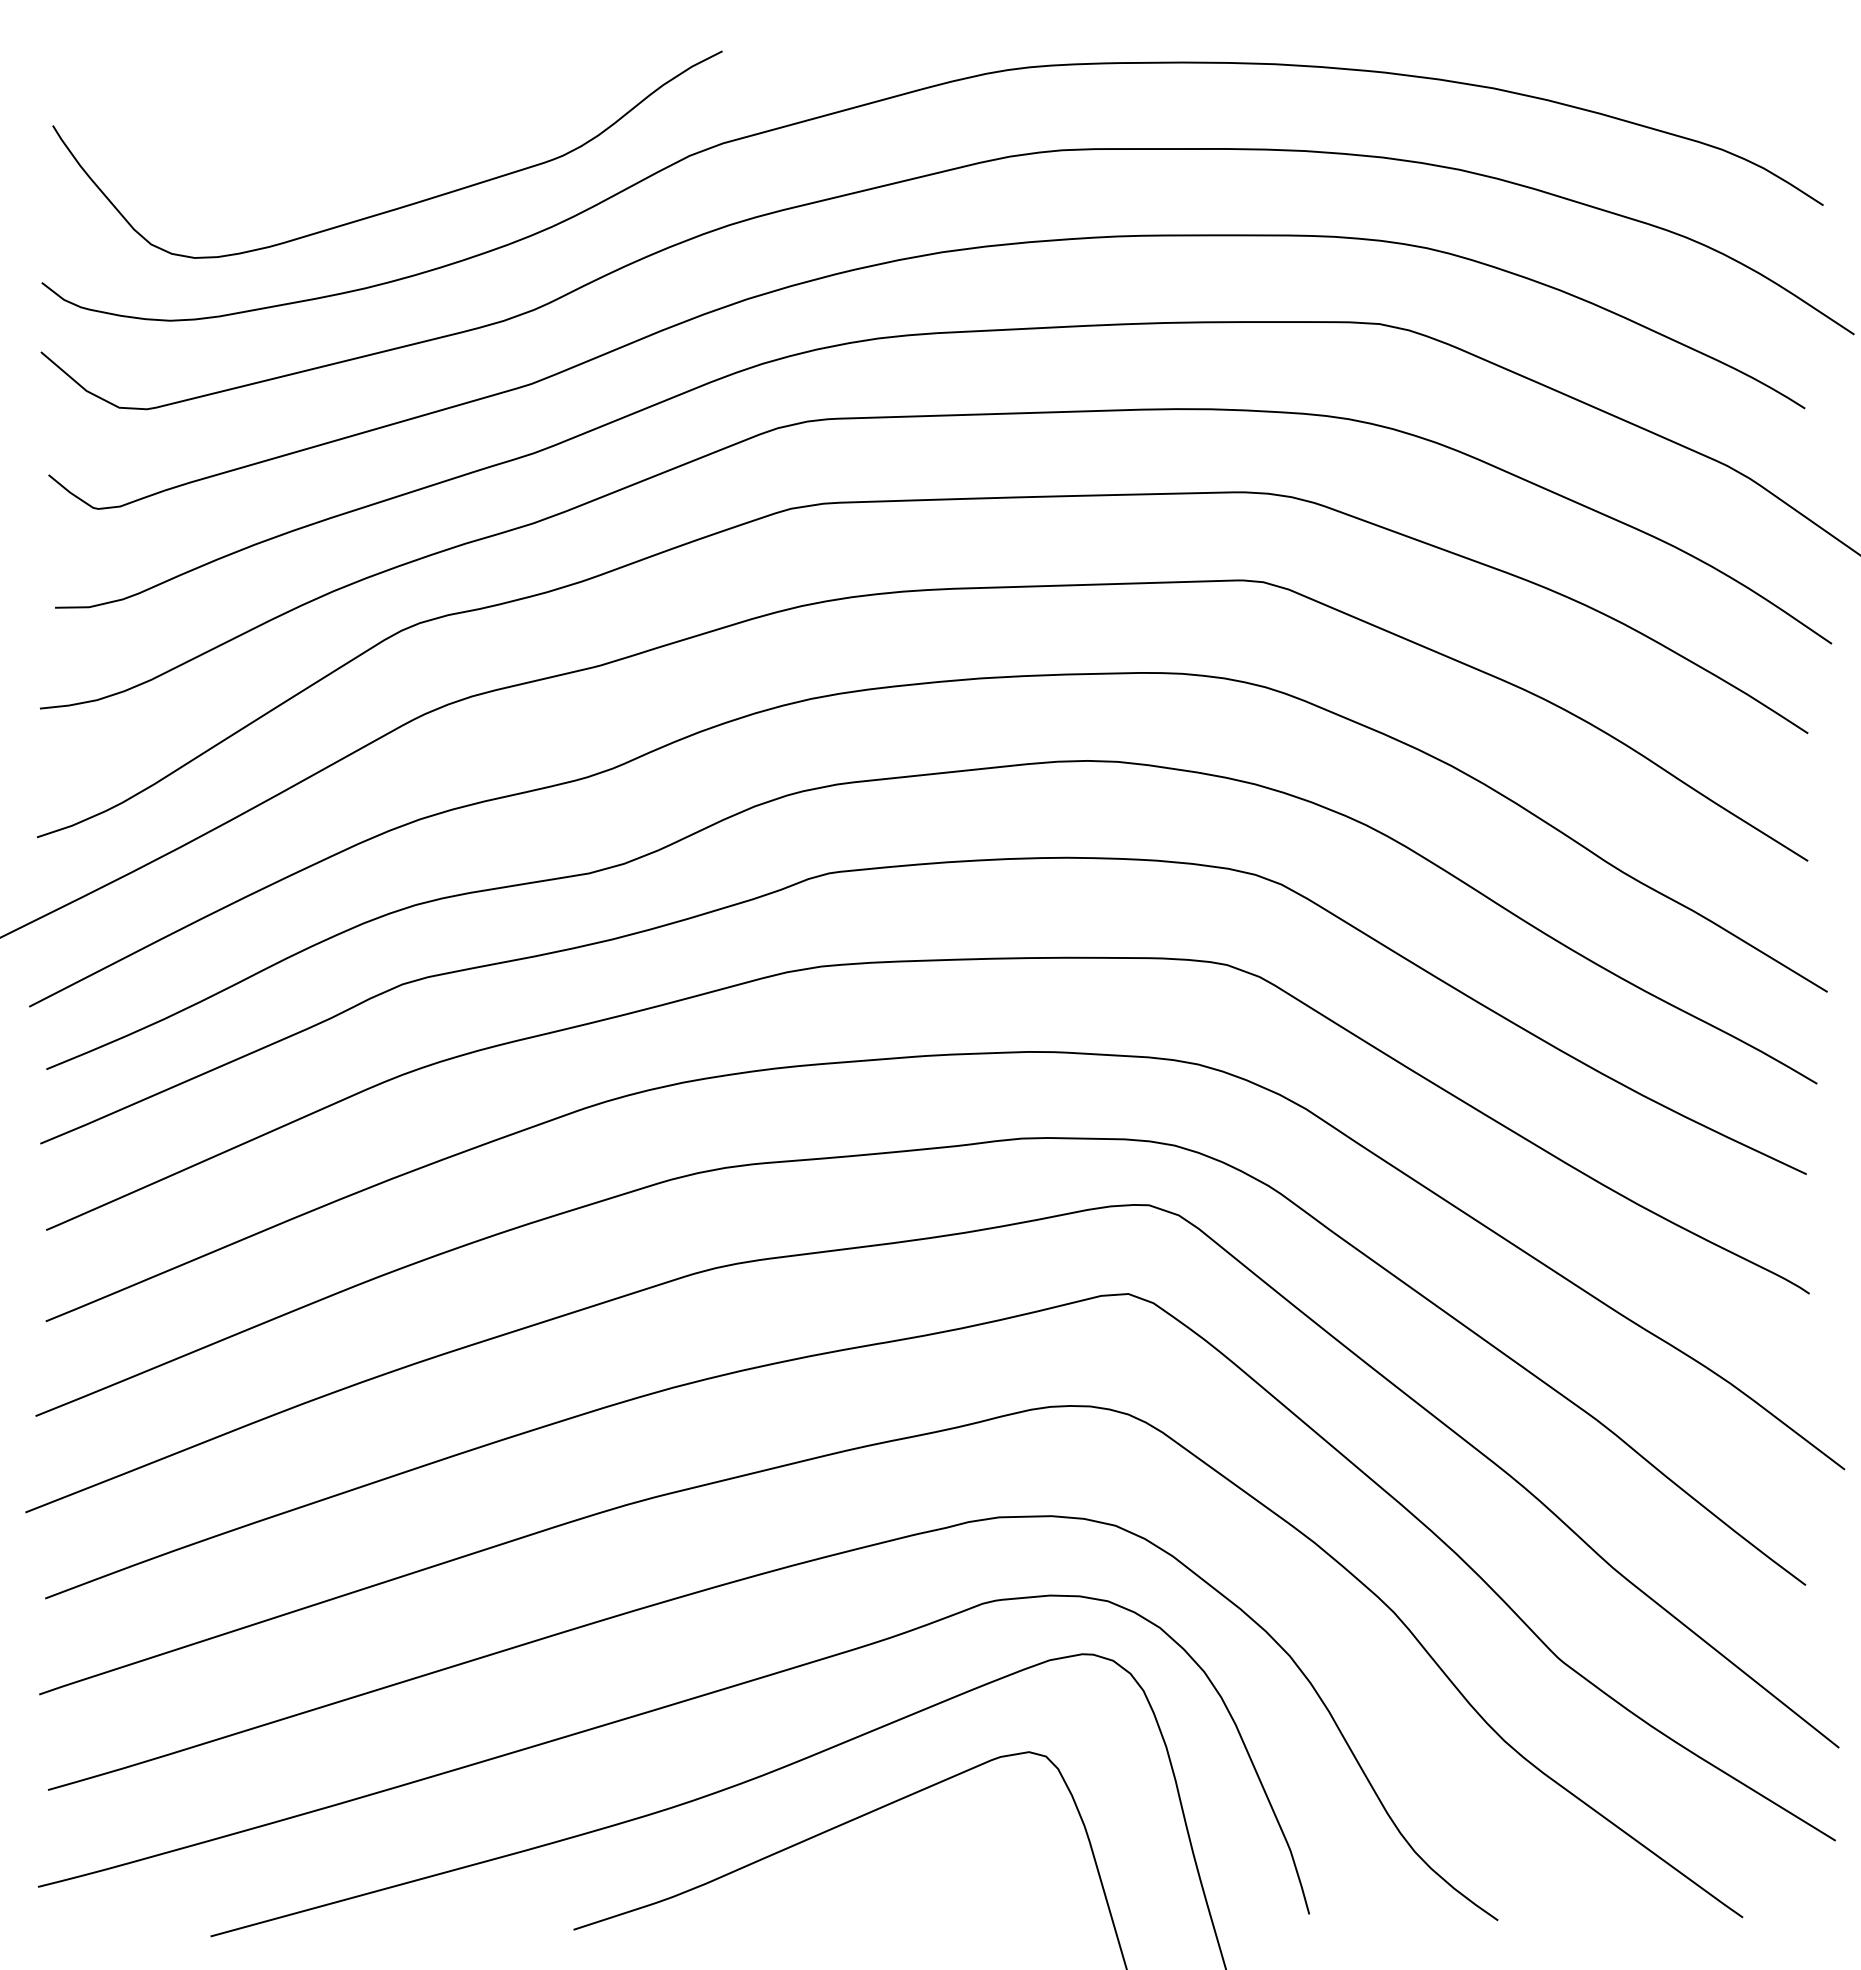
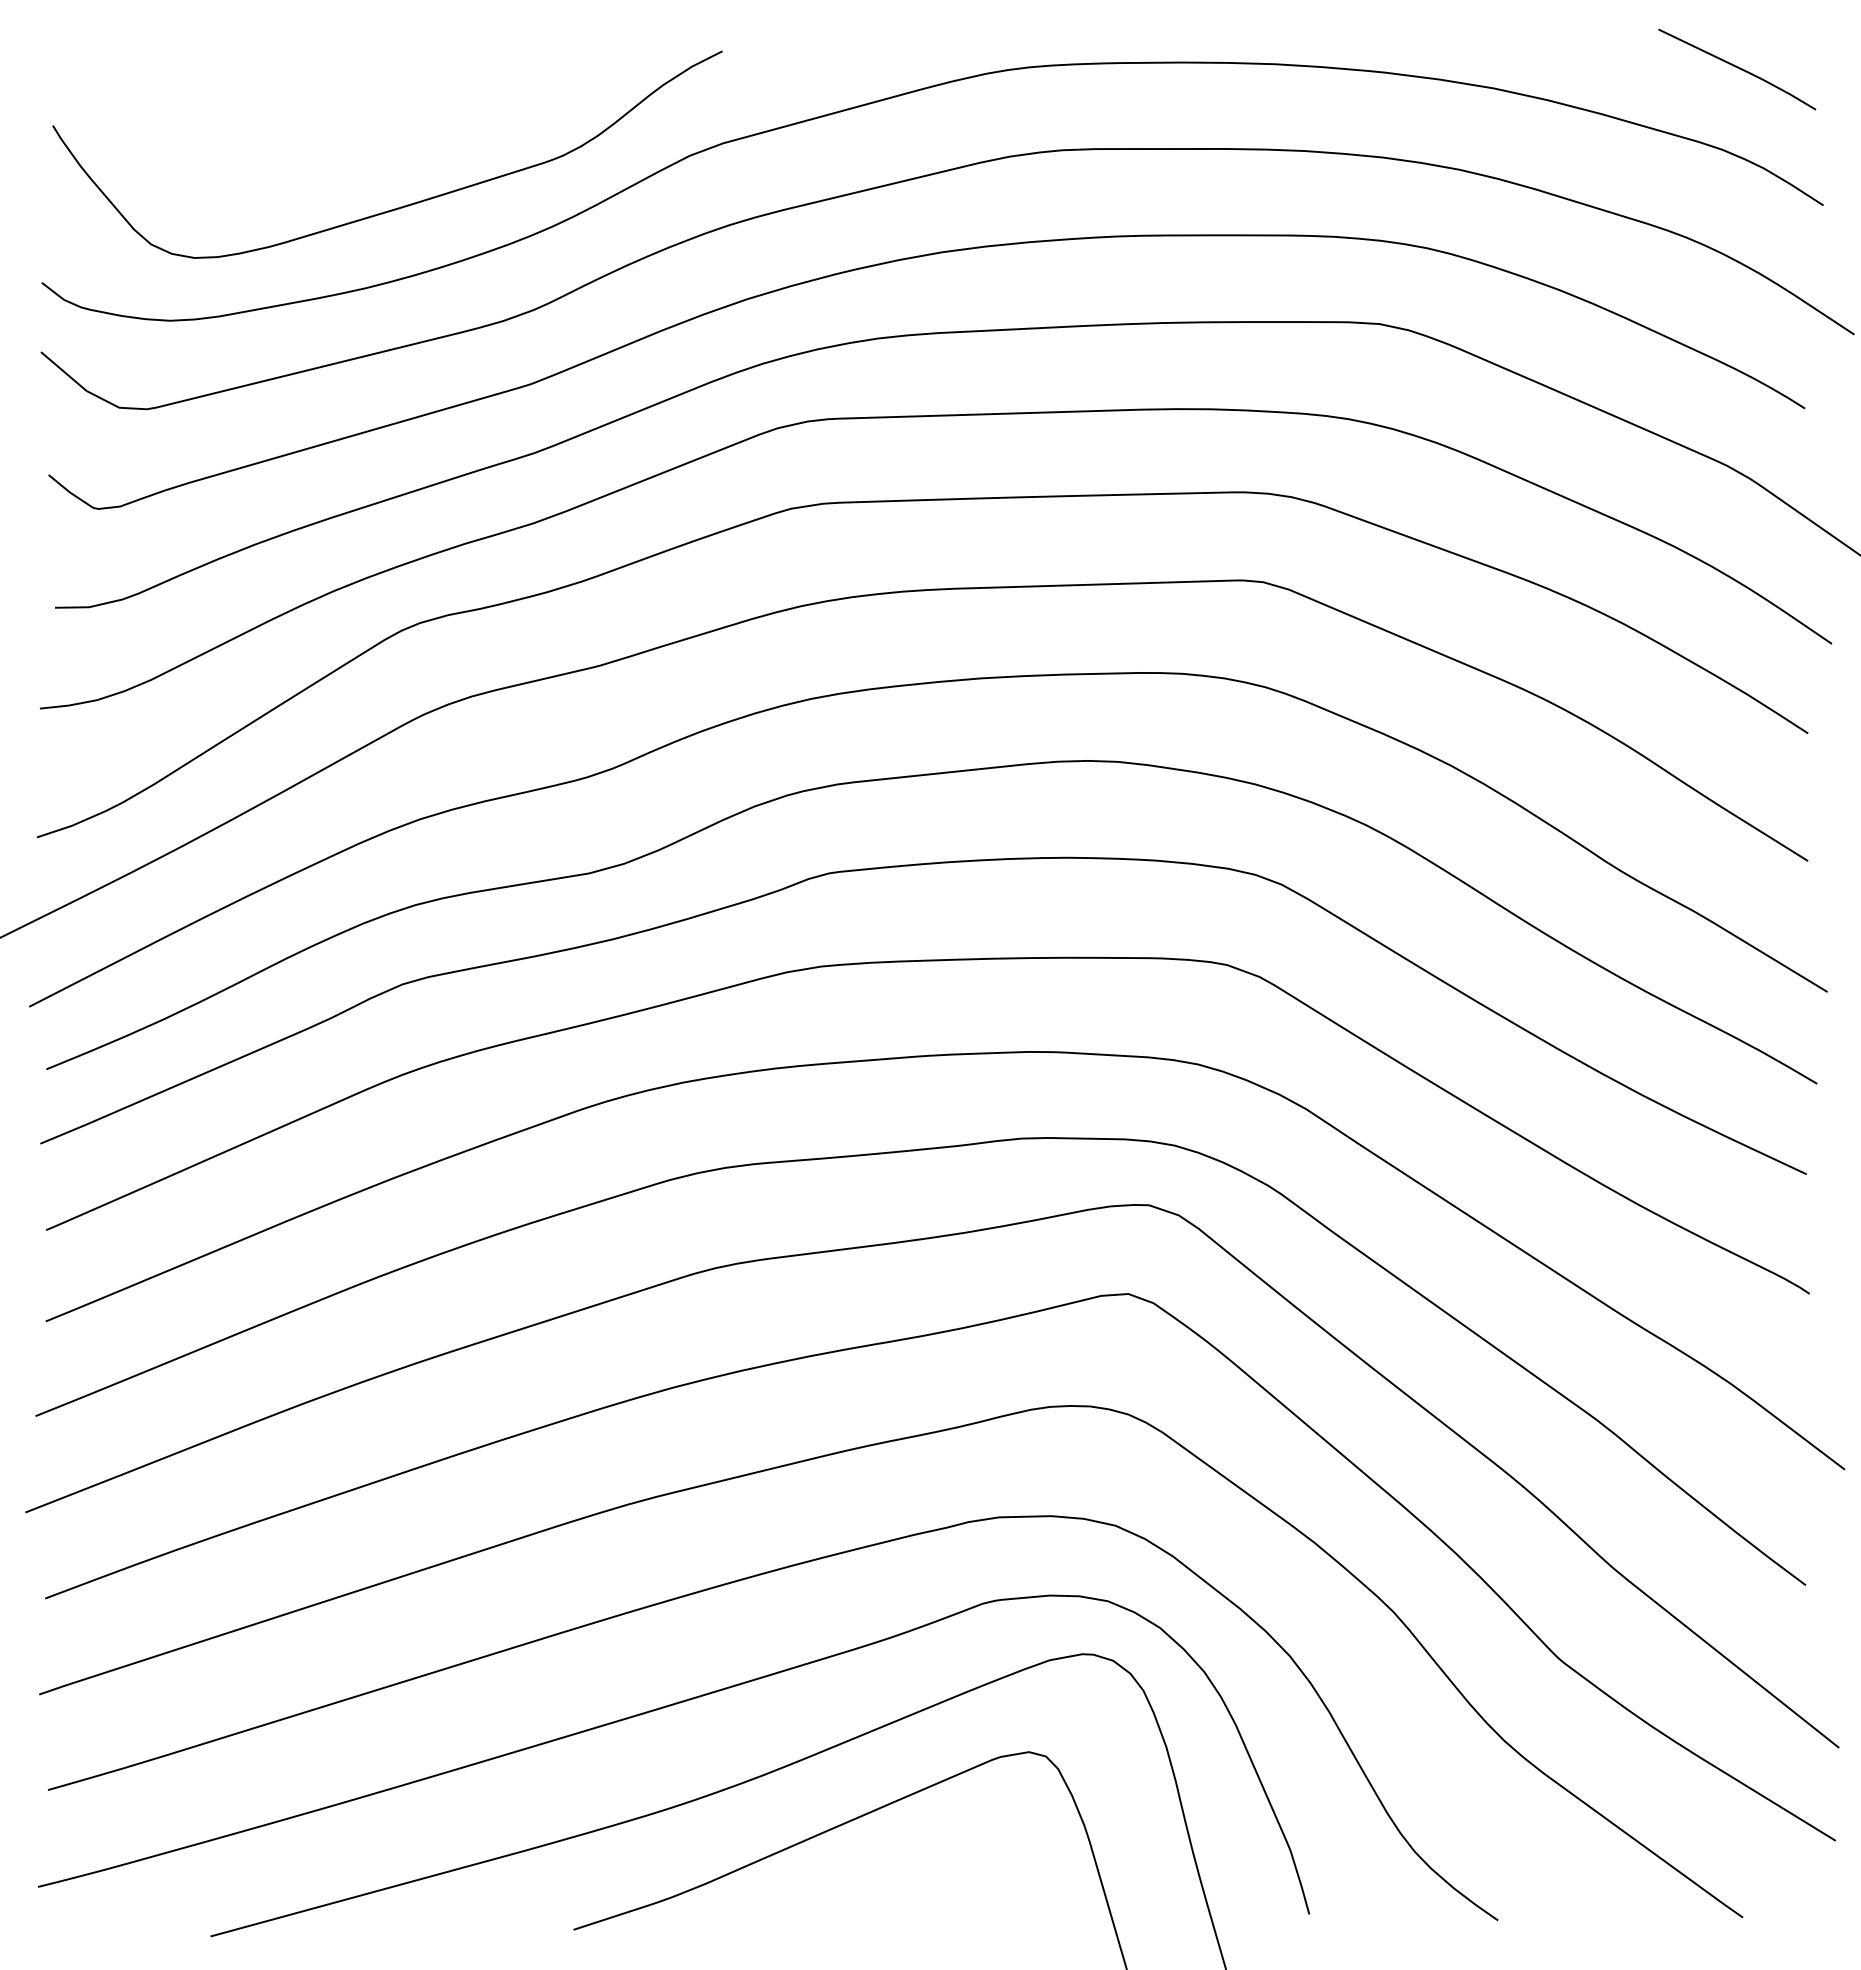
line at (1737, 68): none -> present
